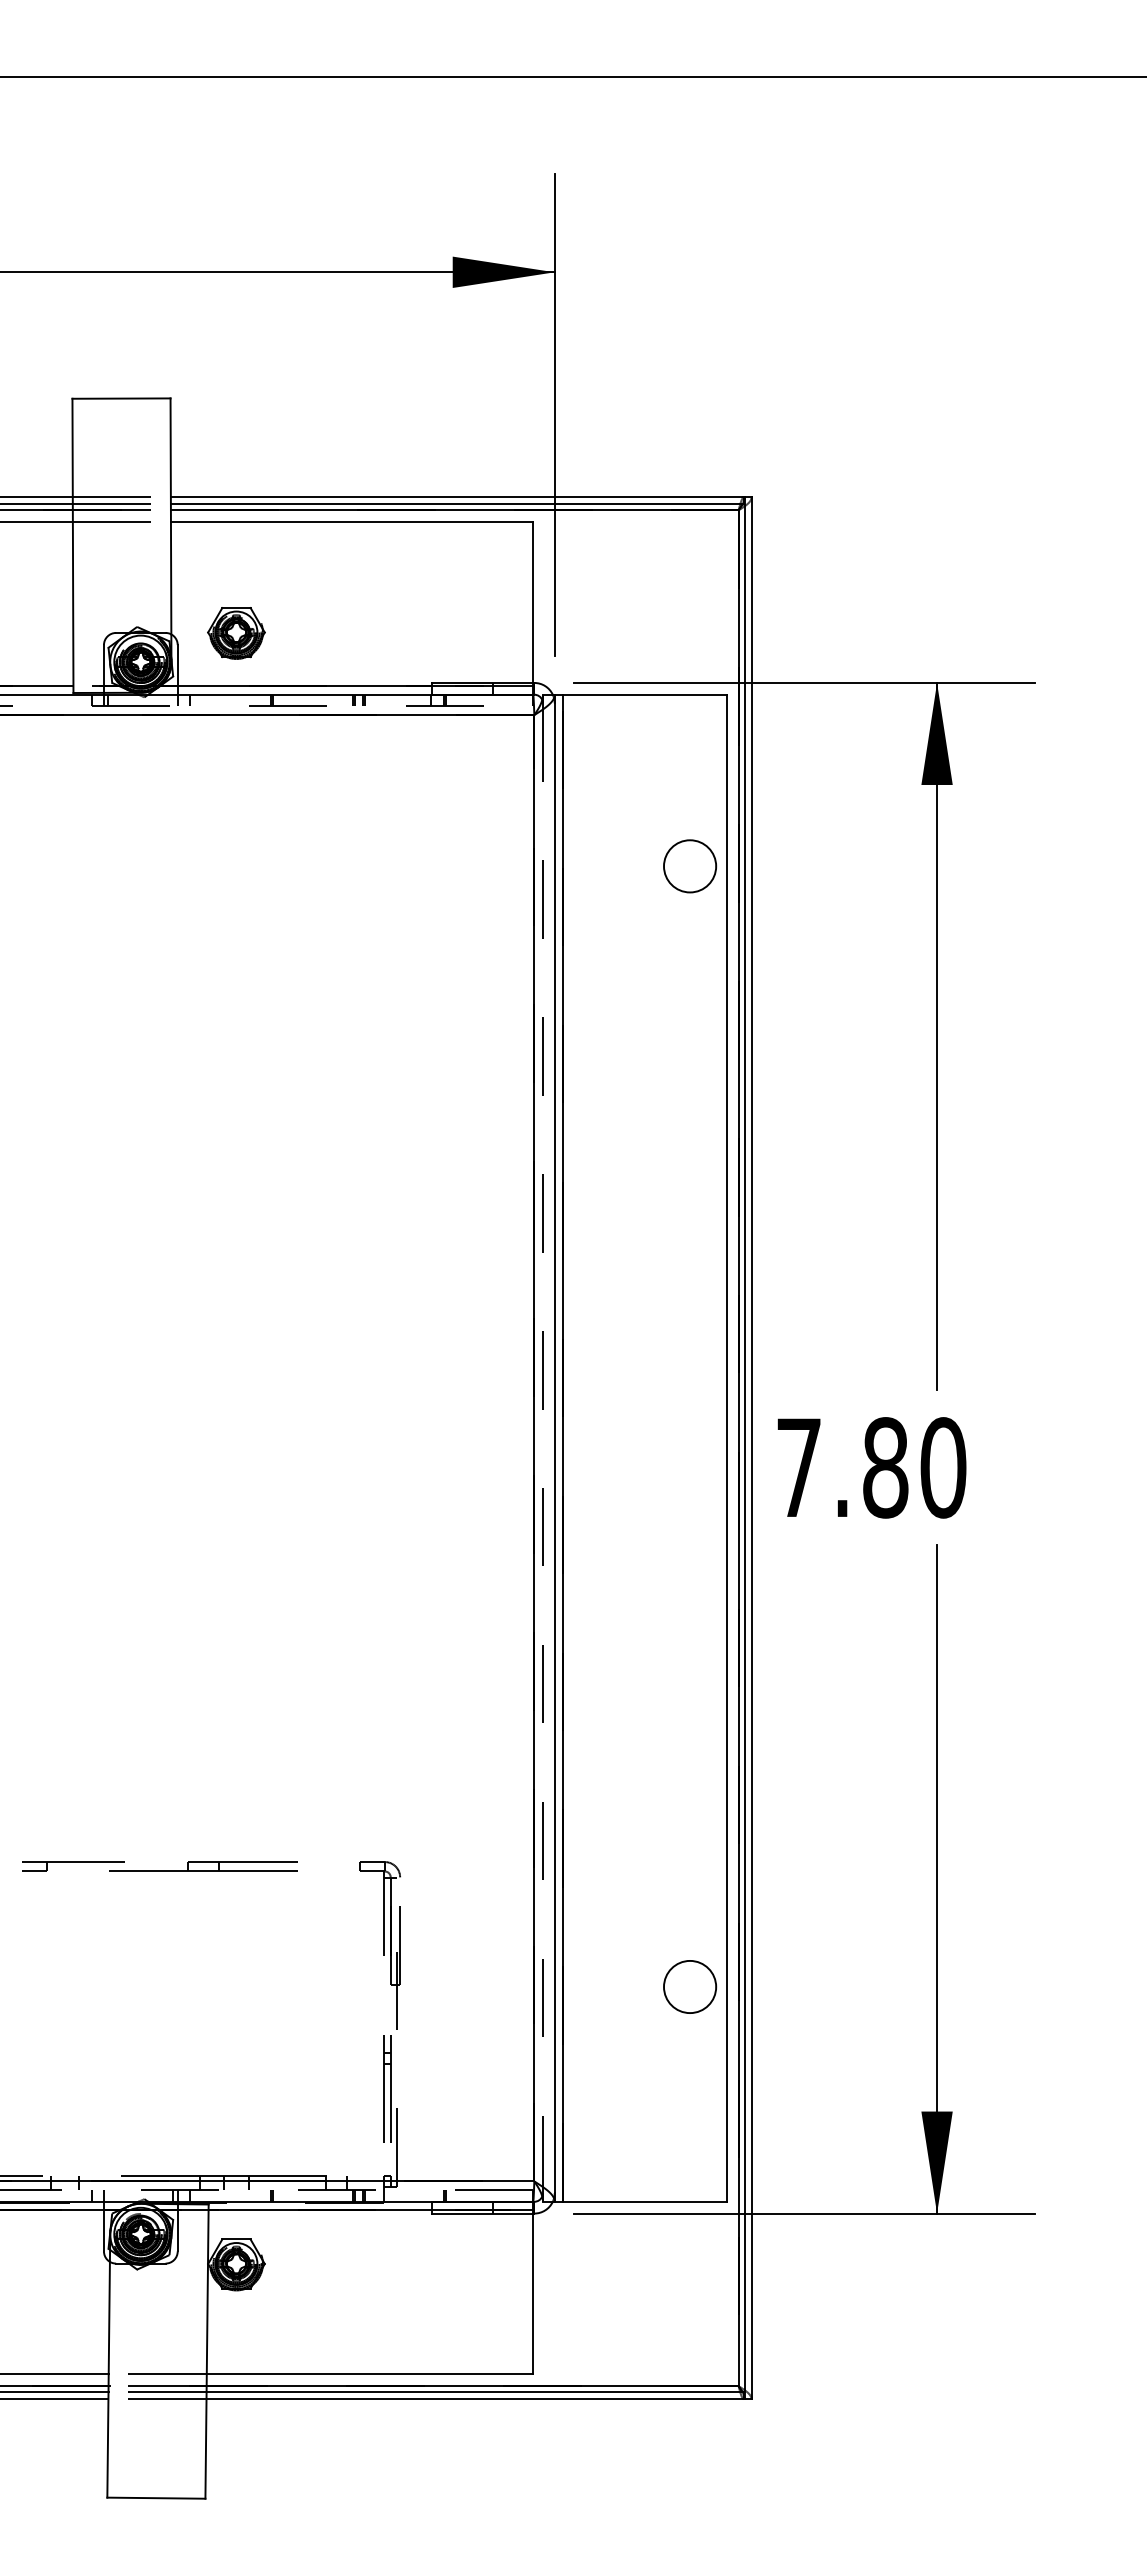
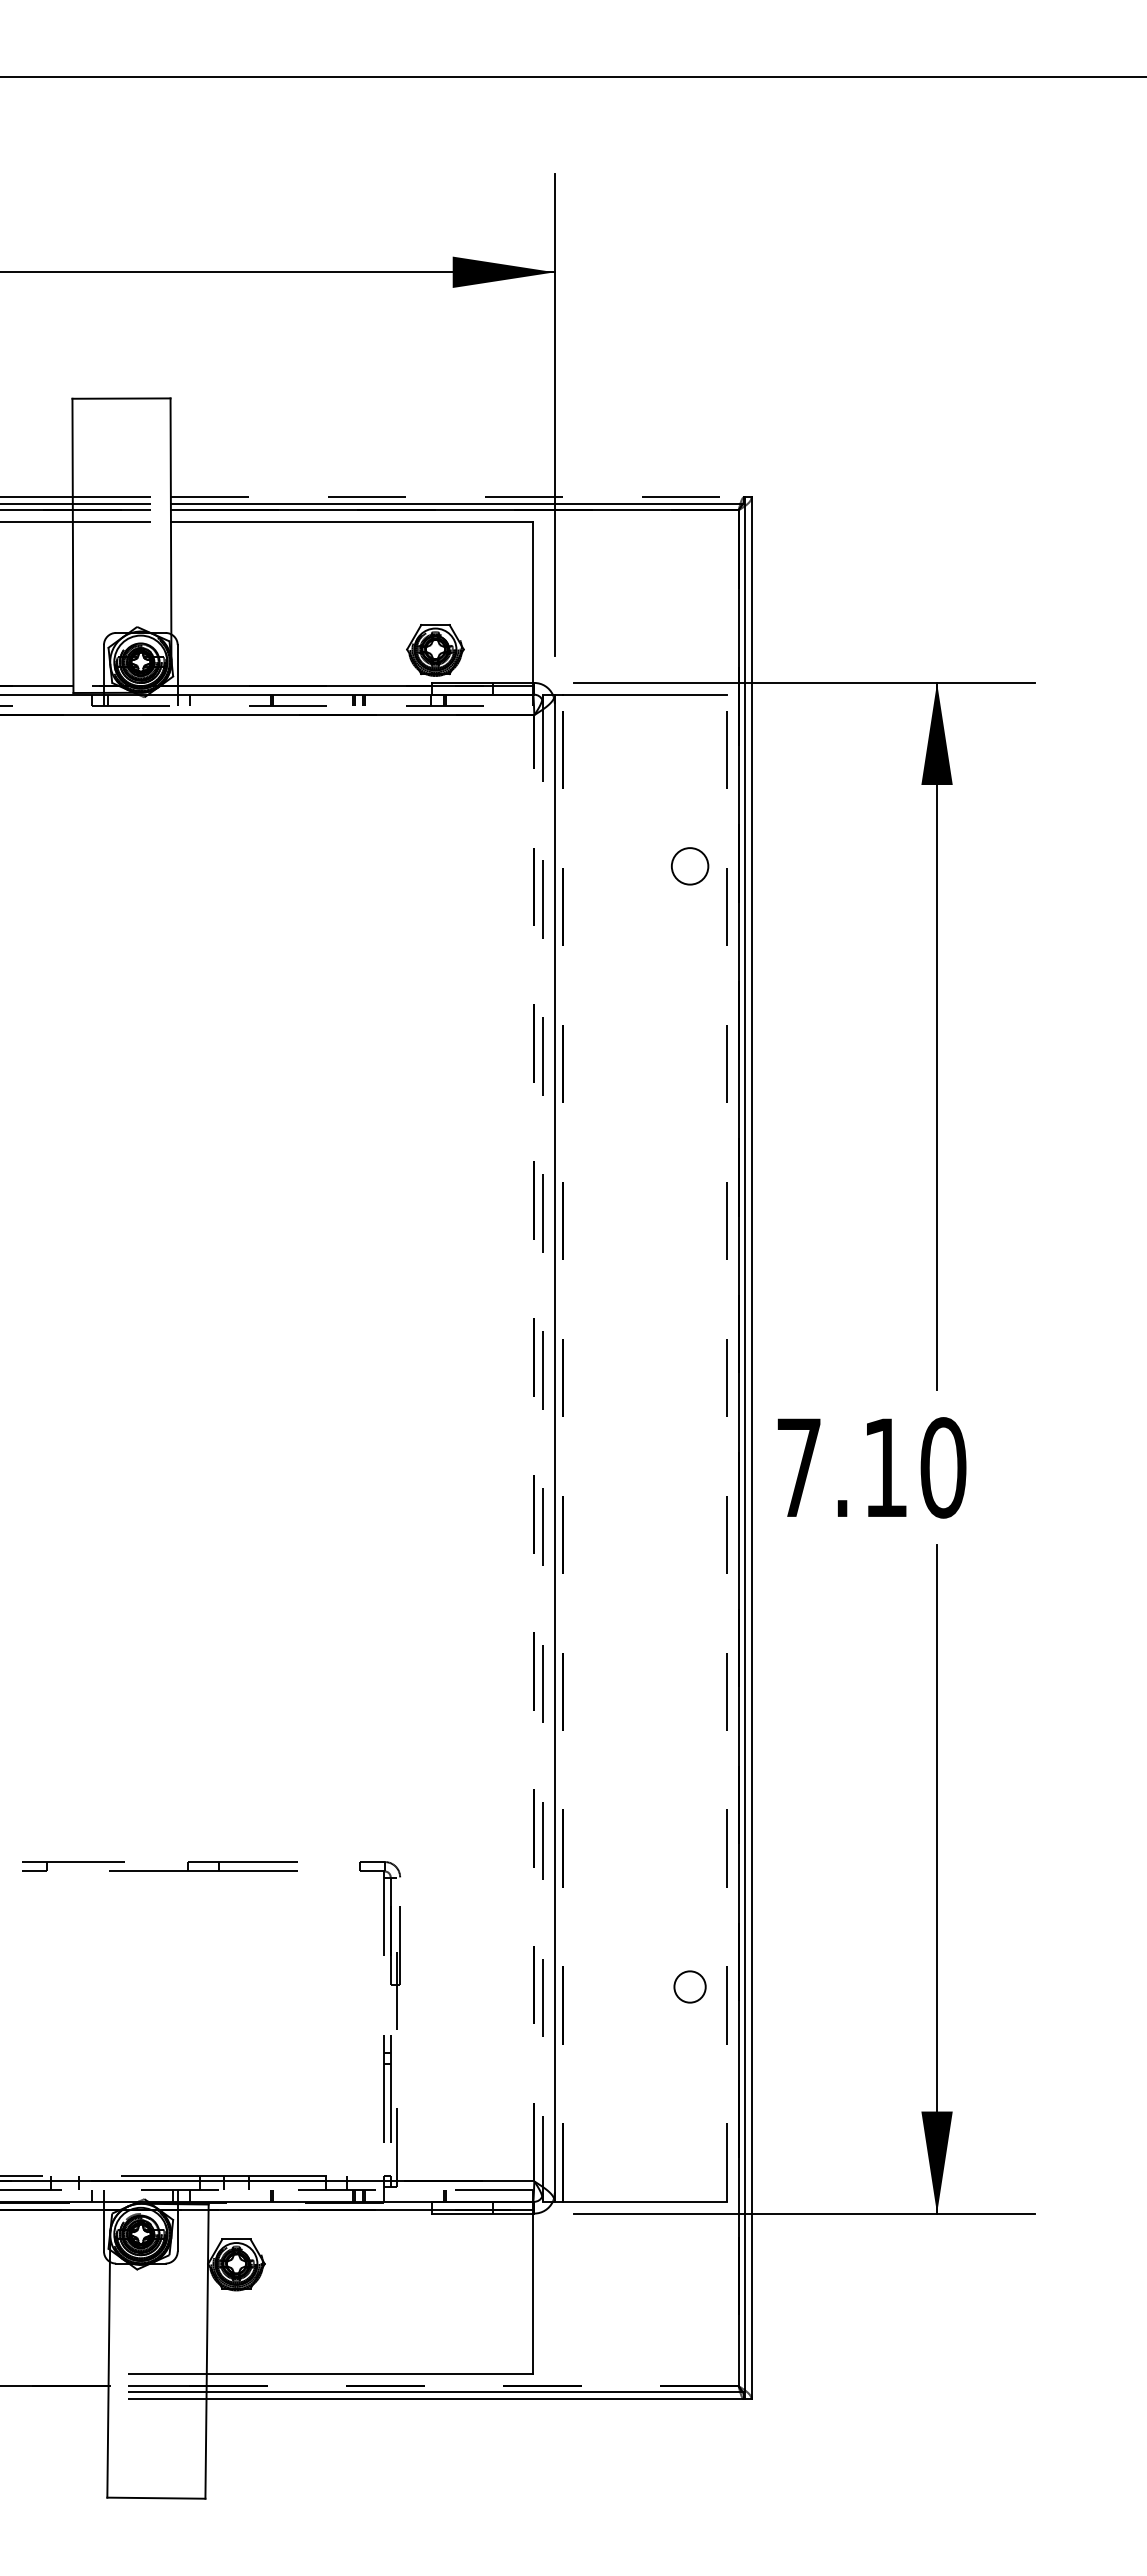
line at (457, 497): solid -> dashed
part at (236, 633) position: (236, 633) -> (435, 650)
circle at (690, 866) diameter: 52 px -> 37 px
line at (534, 1447): solid -> dashed
line at (563, 1448): solid -> dashed
line at (726, 1448): solid -> dashed
text at (885, 1467): 7.80 -> 7.10
circle at (690, 1986) diameter: 52 px -> 31 px
line at (55, 2374): present -> none
line at (472, 2386): solid -> dashed
line at (55, 2392): present -> none
line at (55, 2399): present -> none
